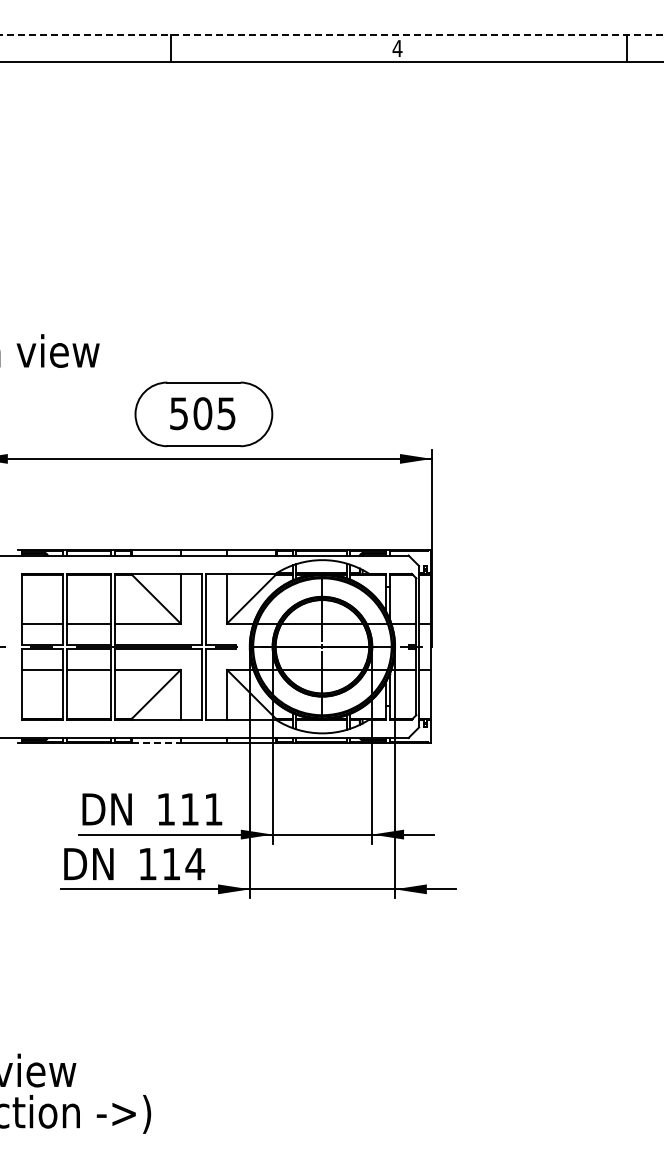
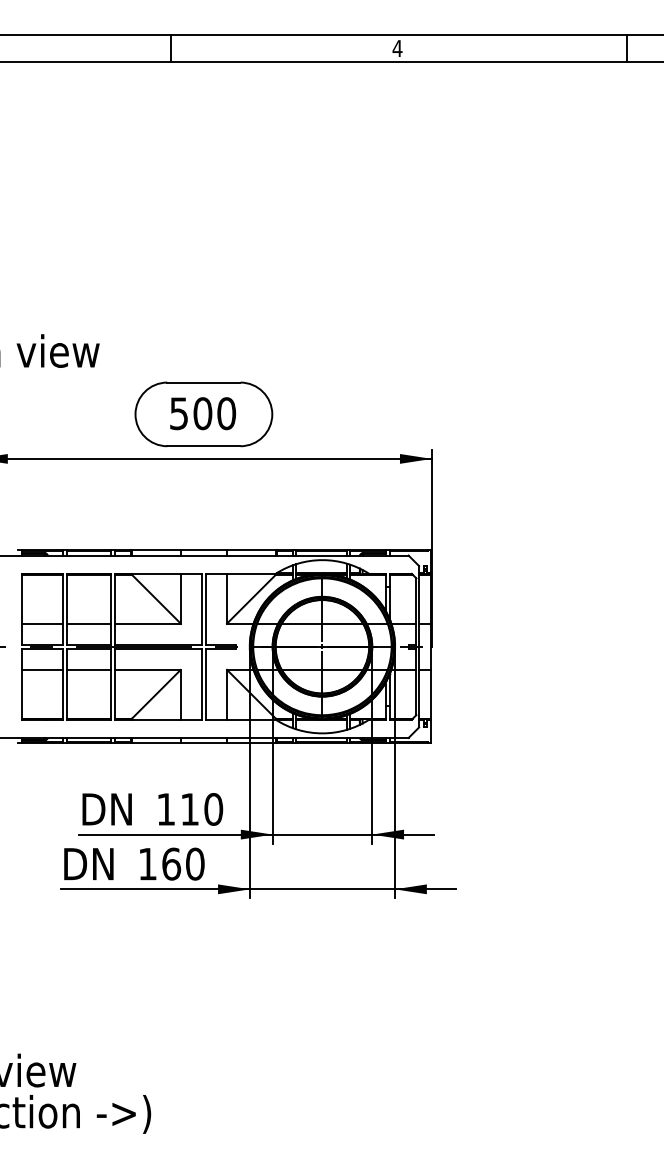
line at (331, 35): dashed -> solid
text at (226, 413): 505 -> 500
line at (156, 743): dashed -> solid
text at (213, 809): 111 -> 110
text at (183, 863): 114 -> 160
